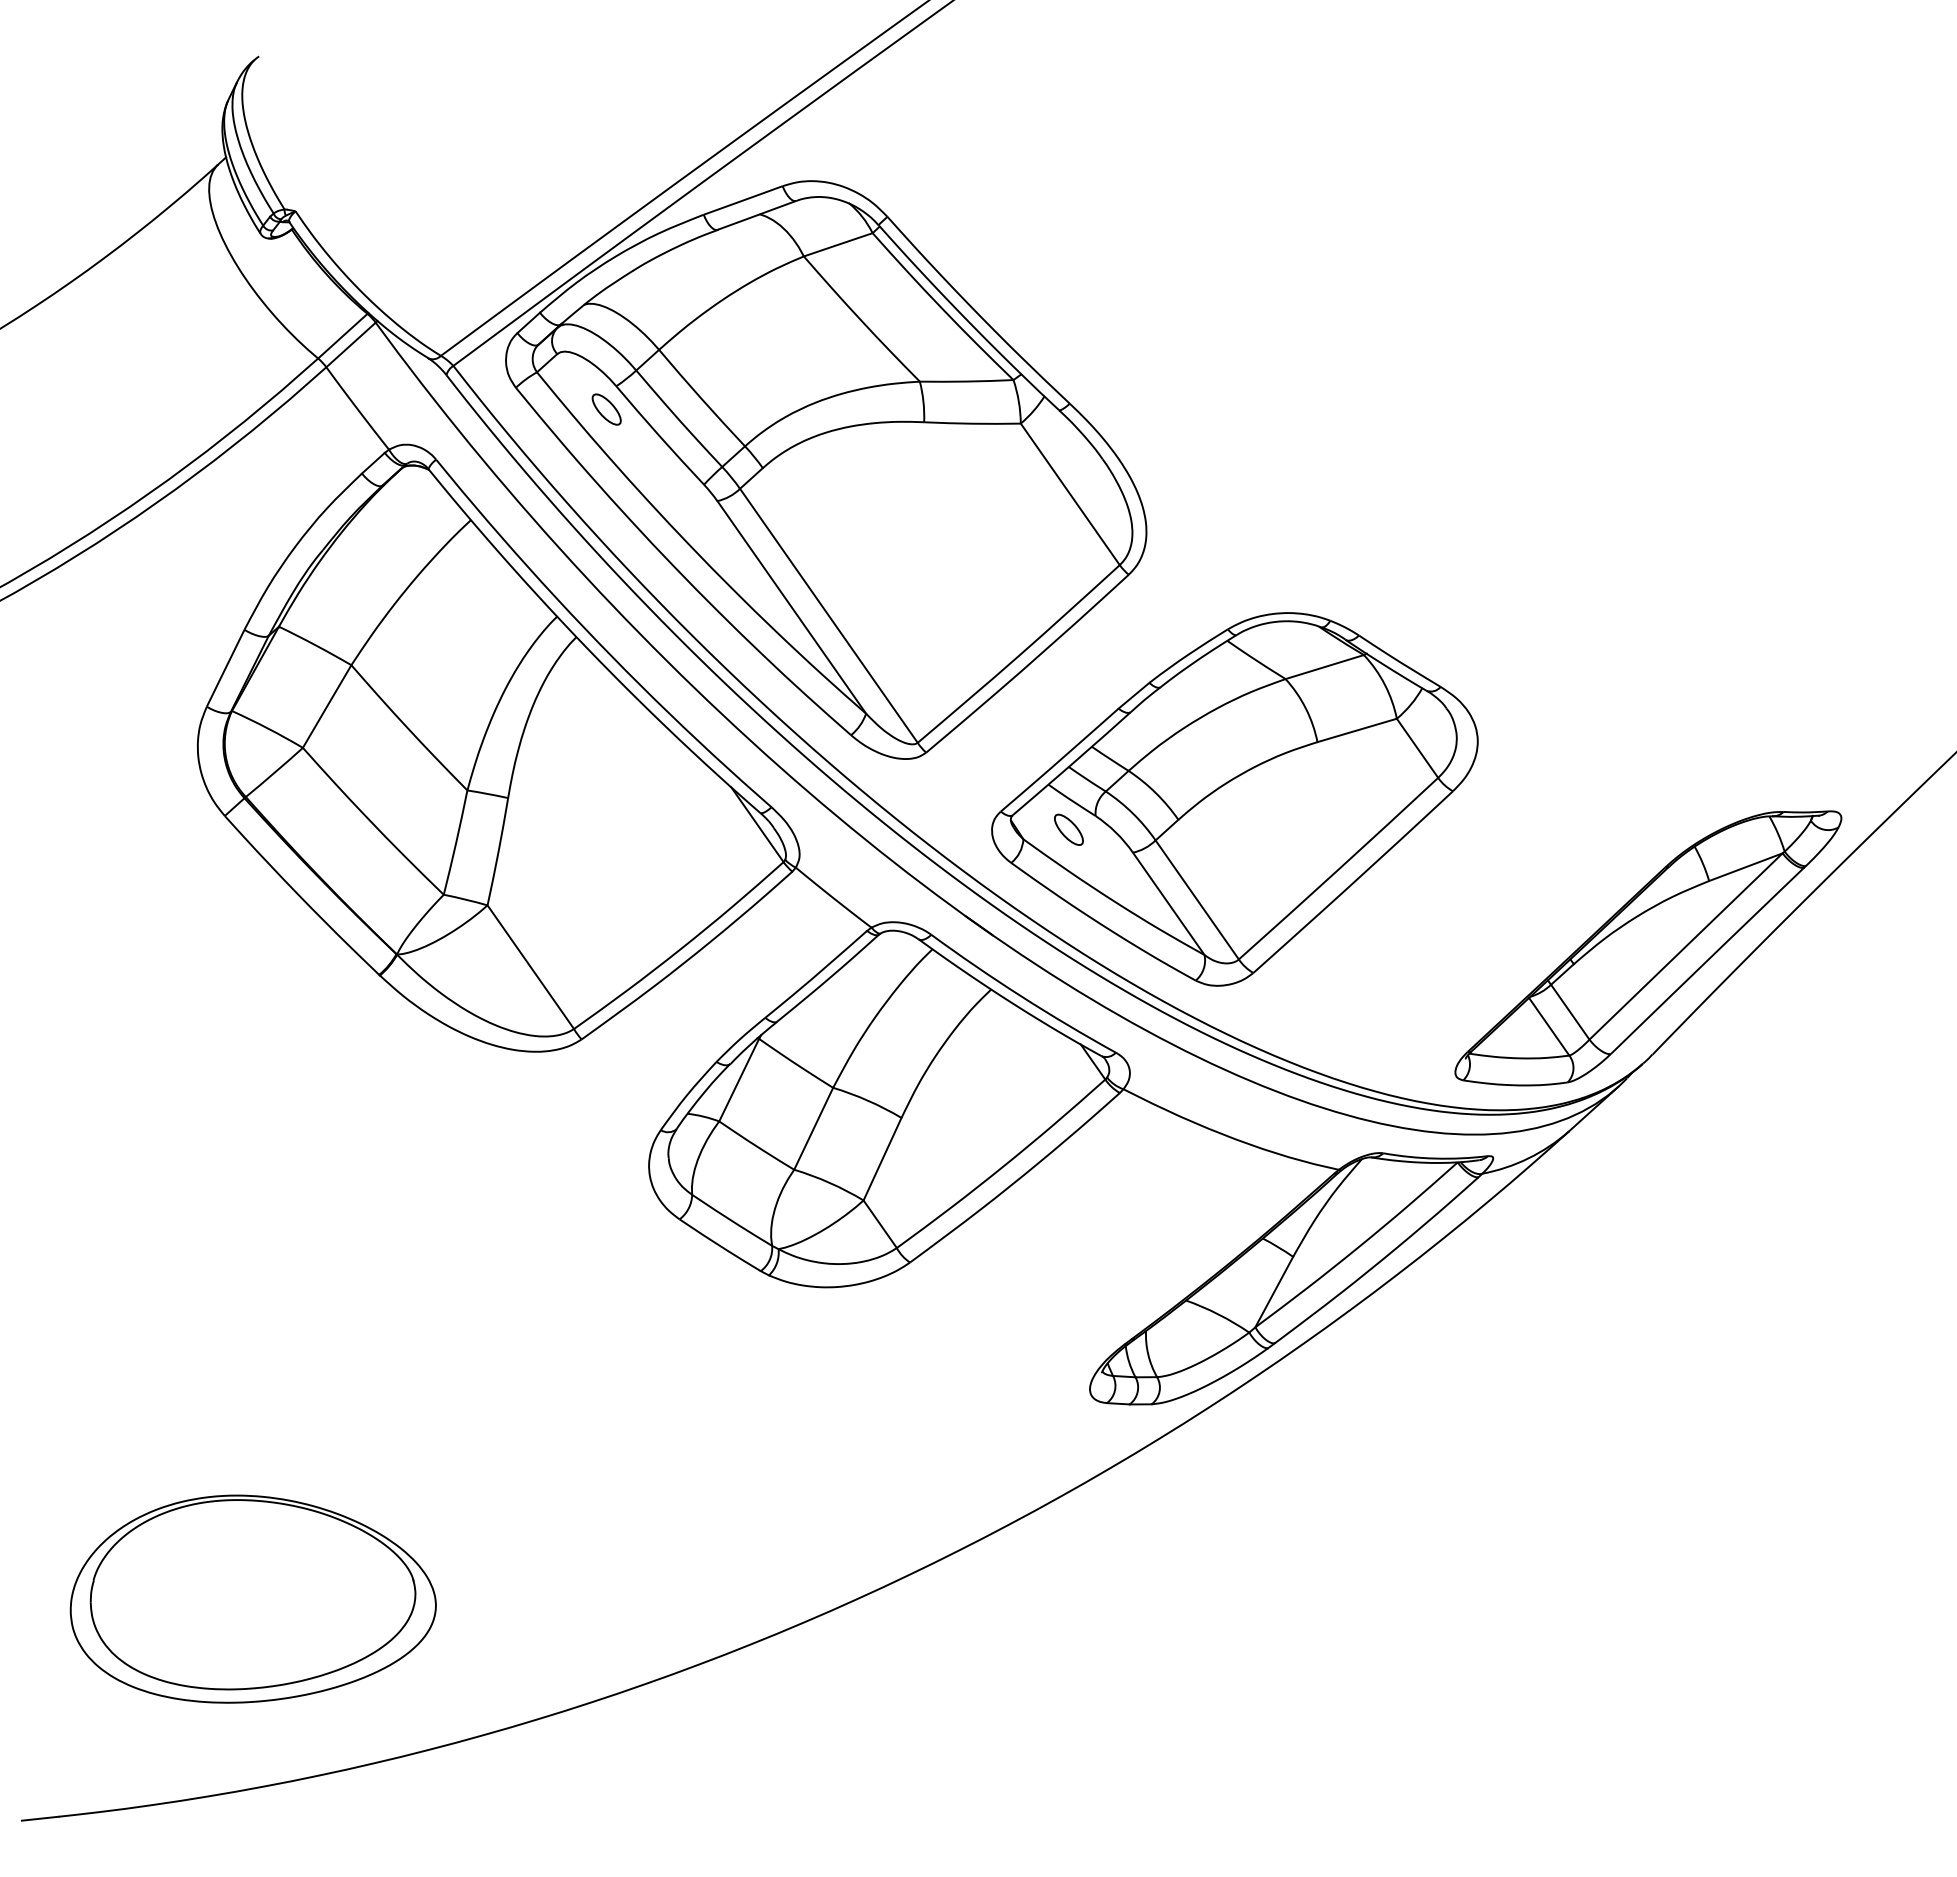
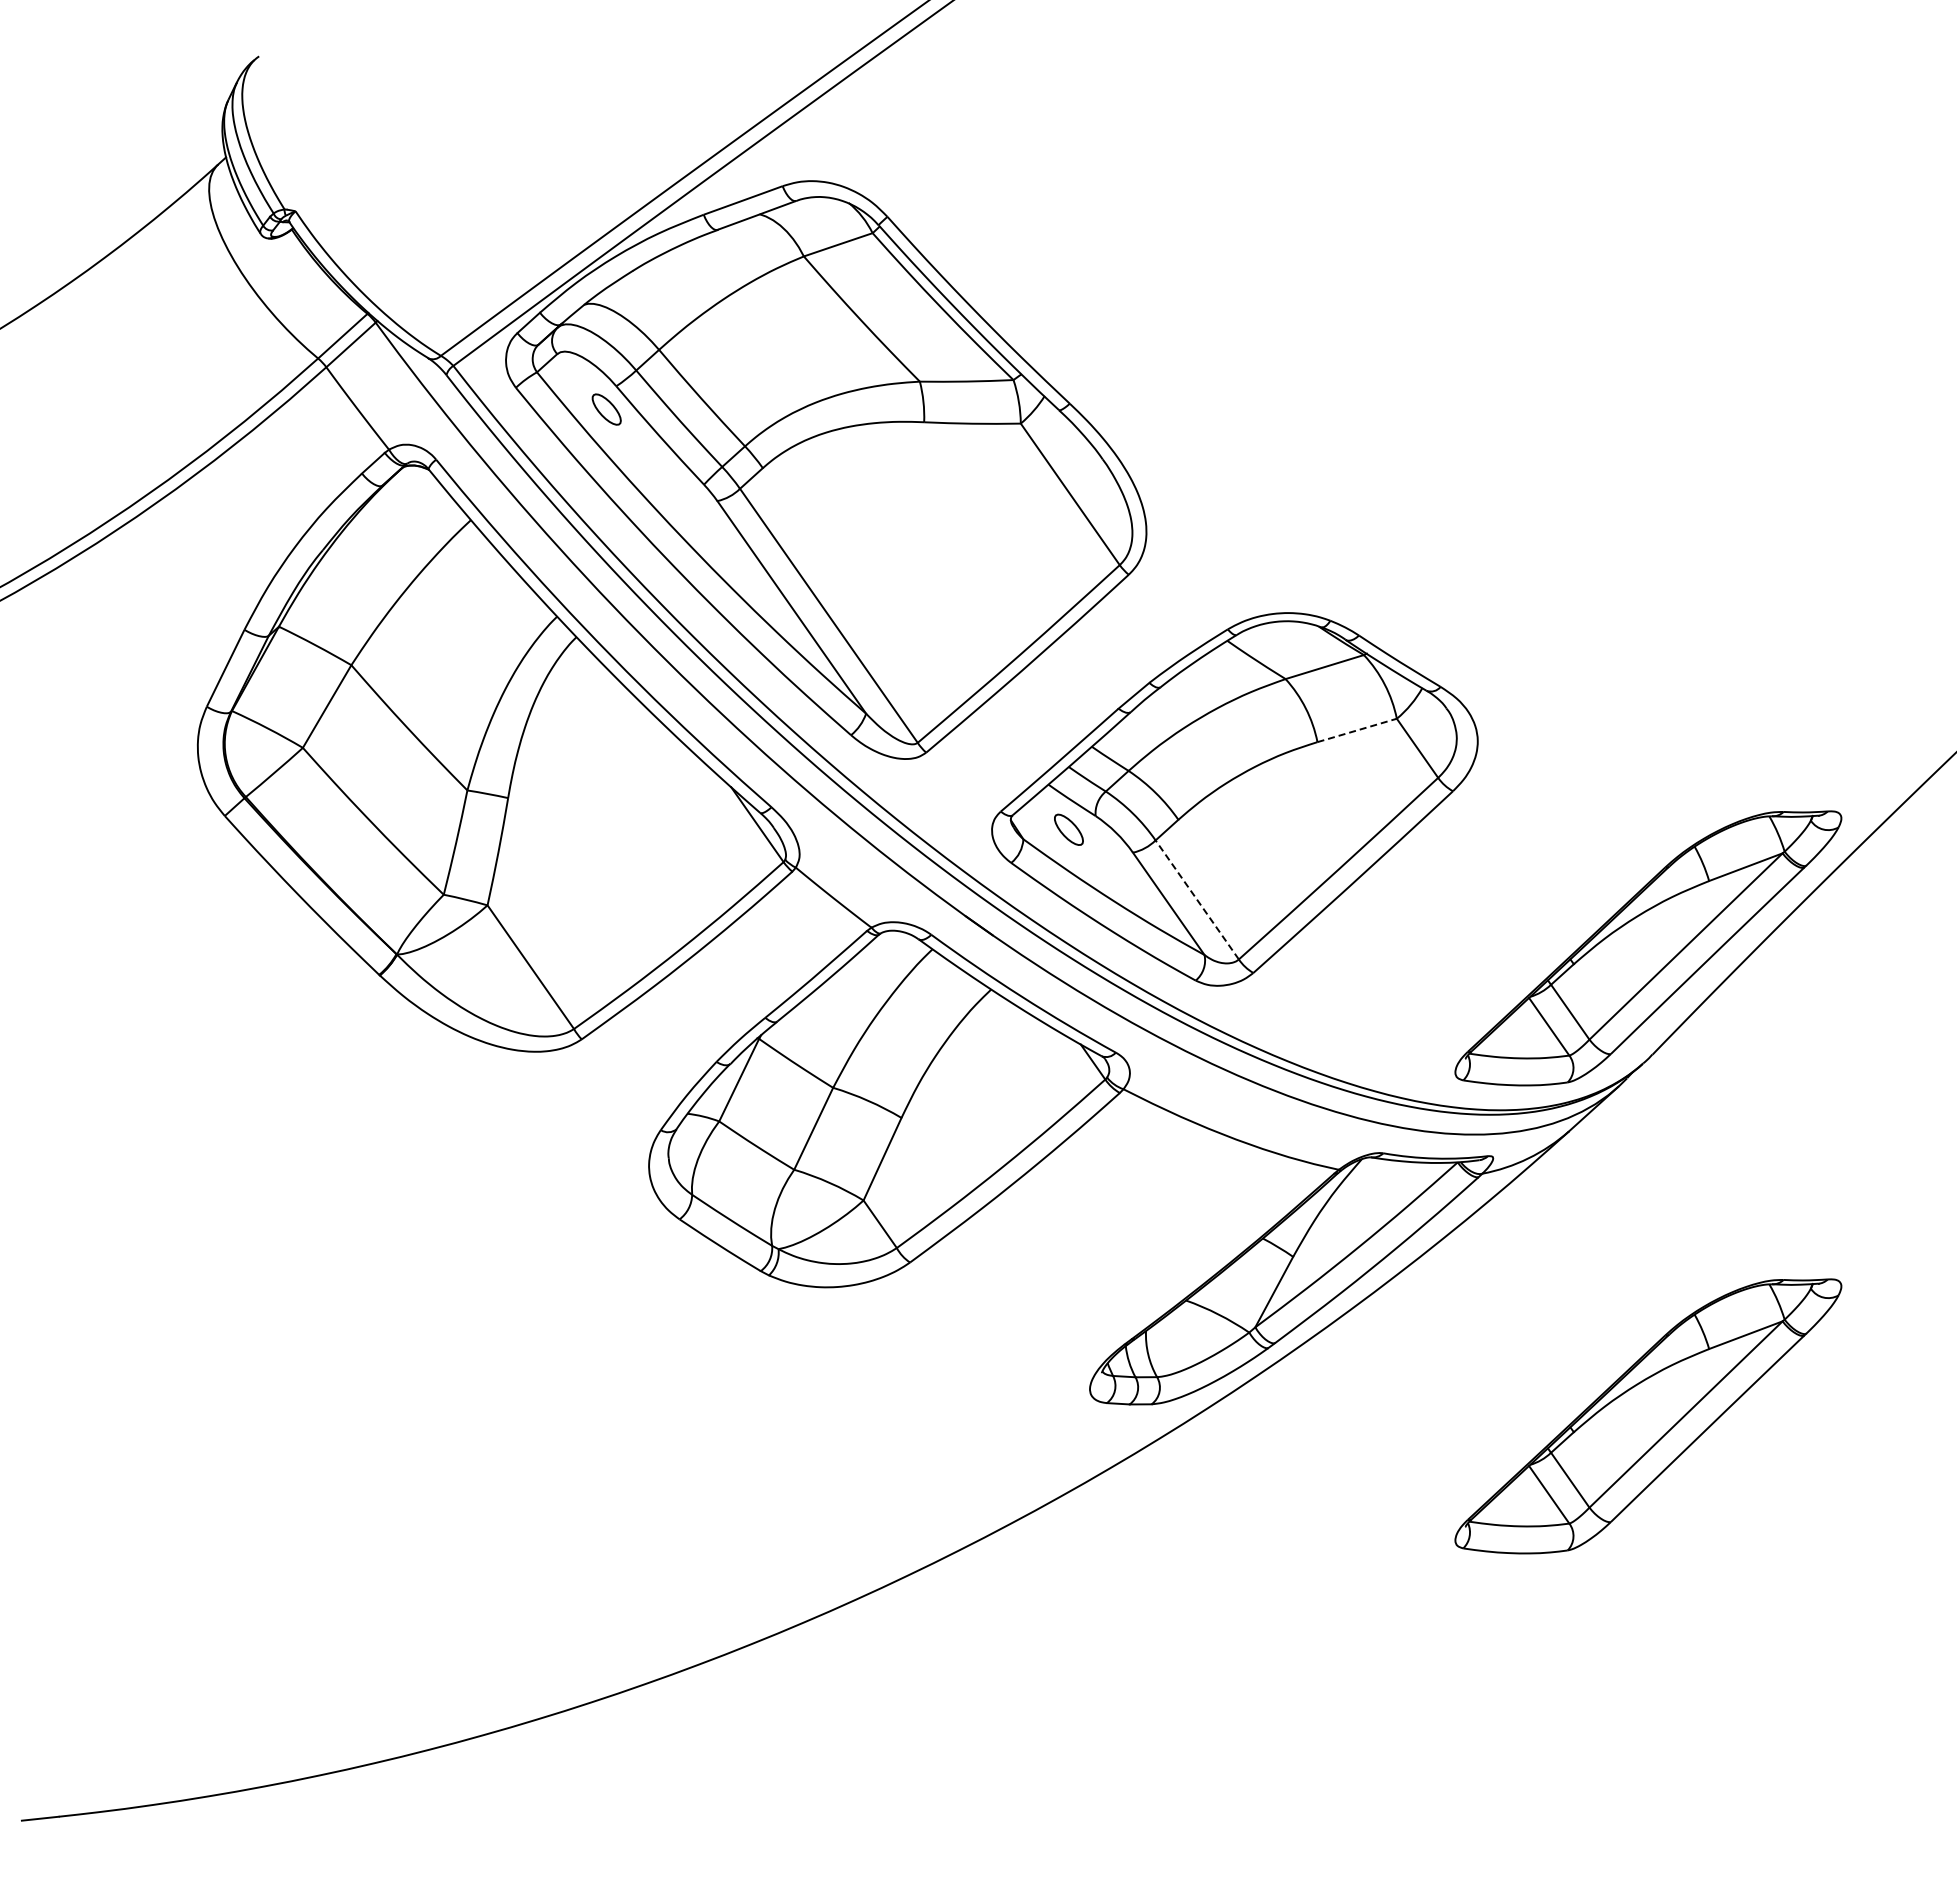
line at (1357, 730): solid -> dashed
line at (1197, 899): solid -> dashed
part at (1648, 1416): none -> present
part at (252, 1598): present -> none
